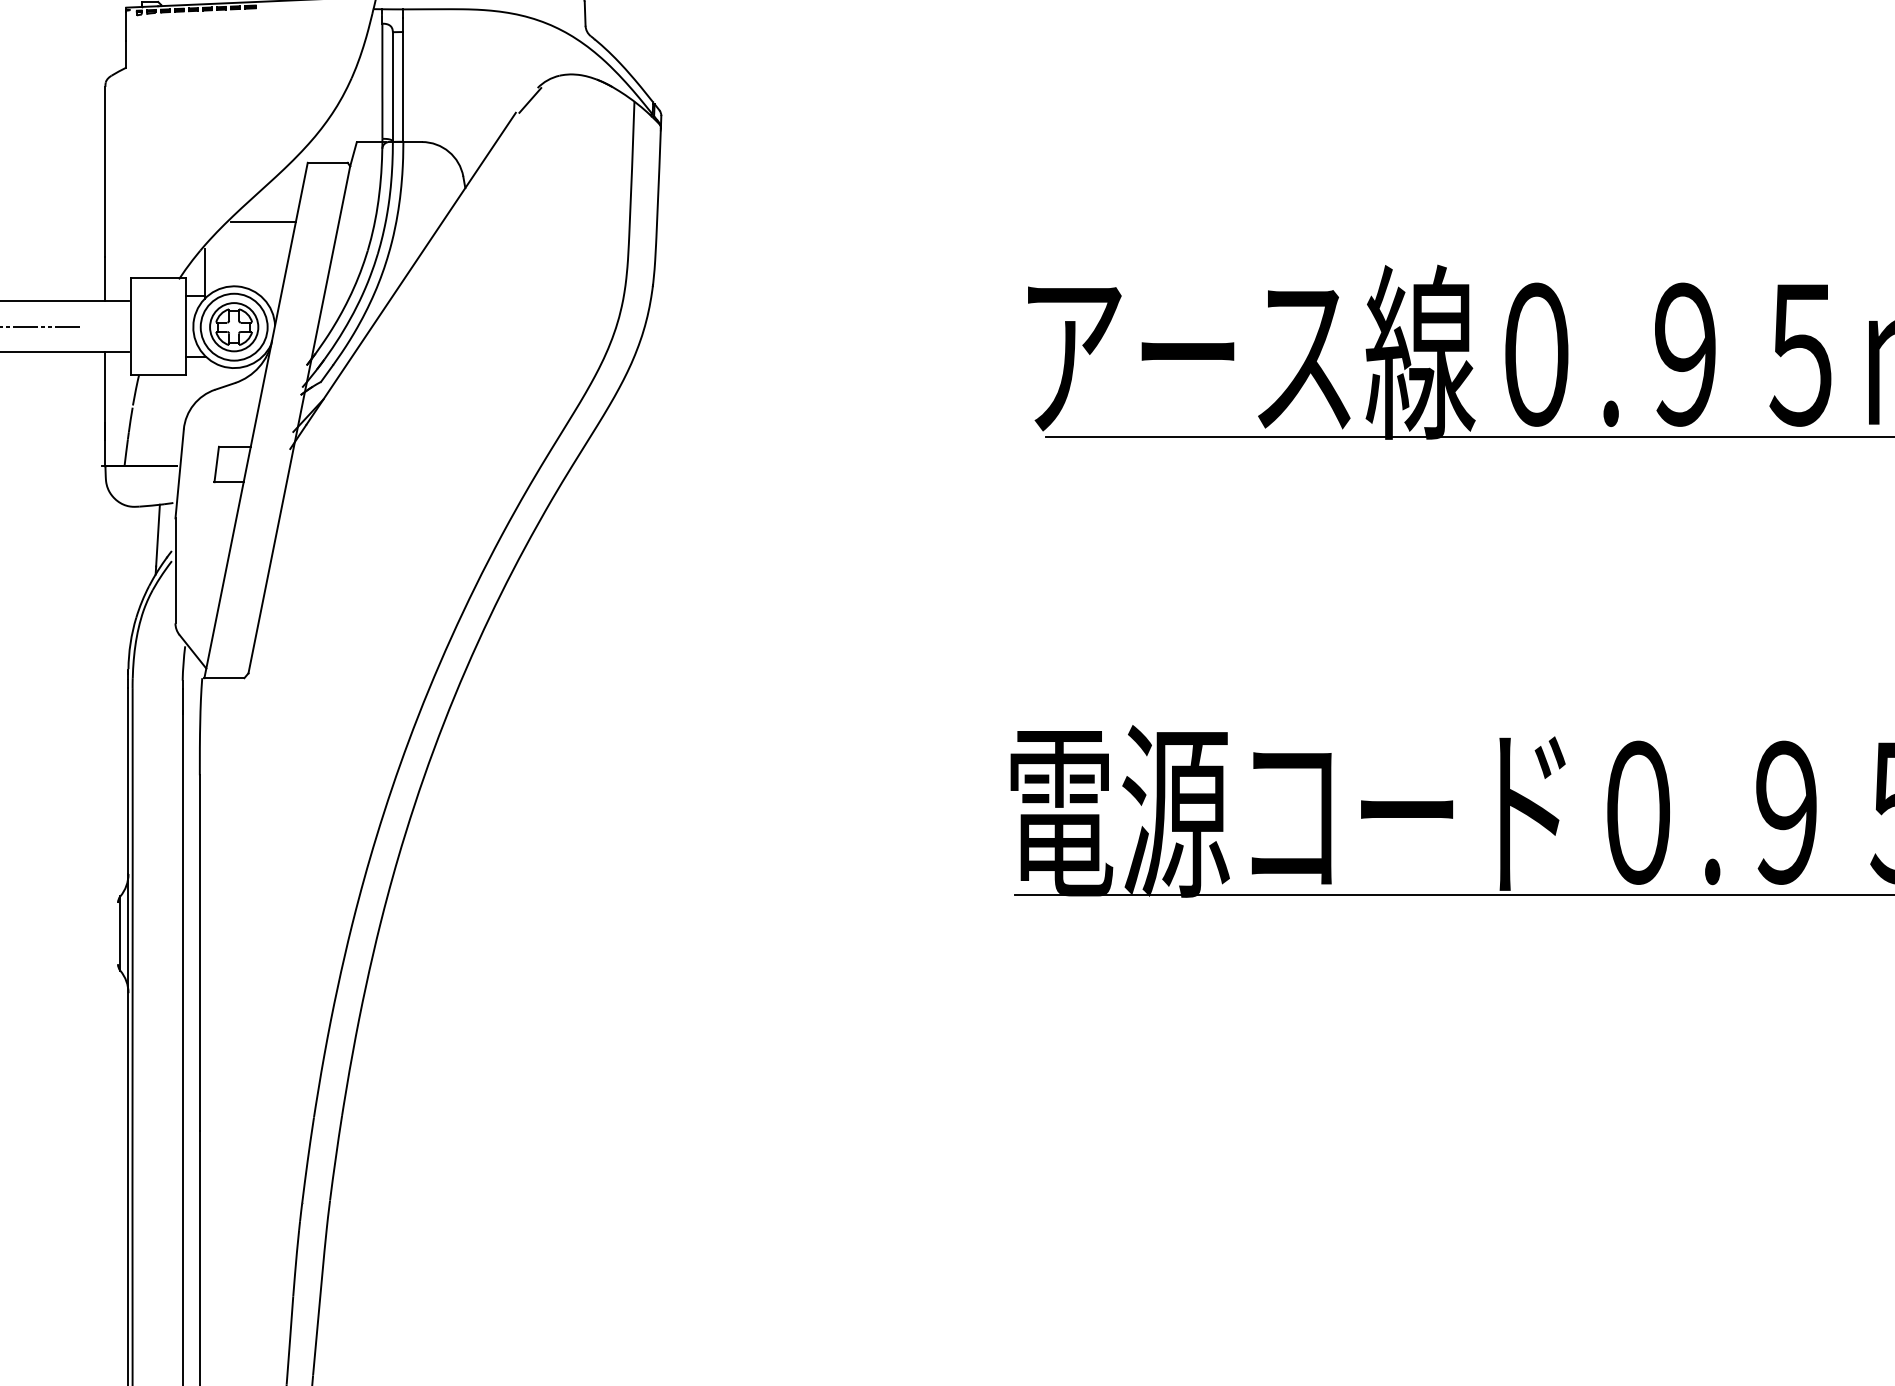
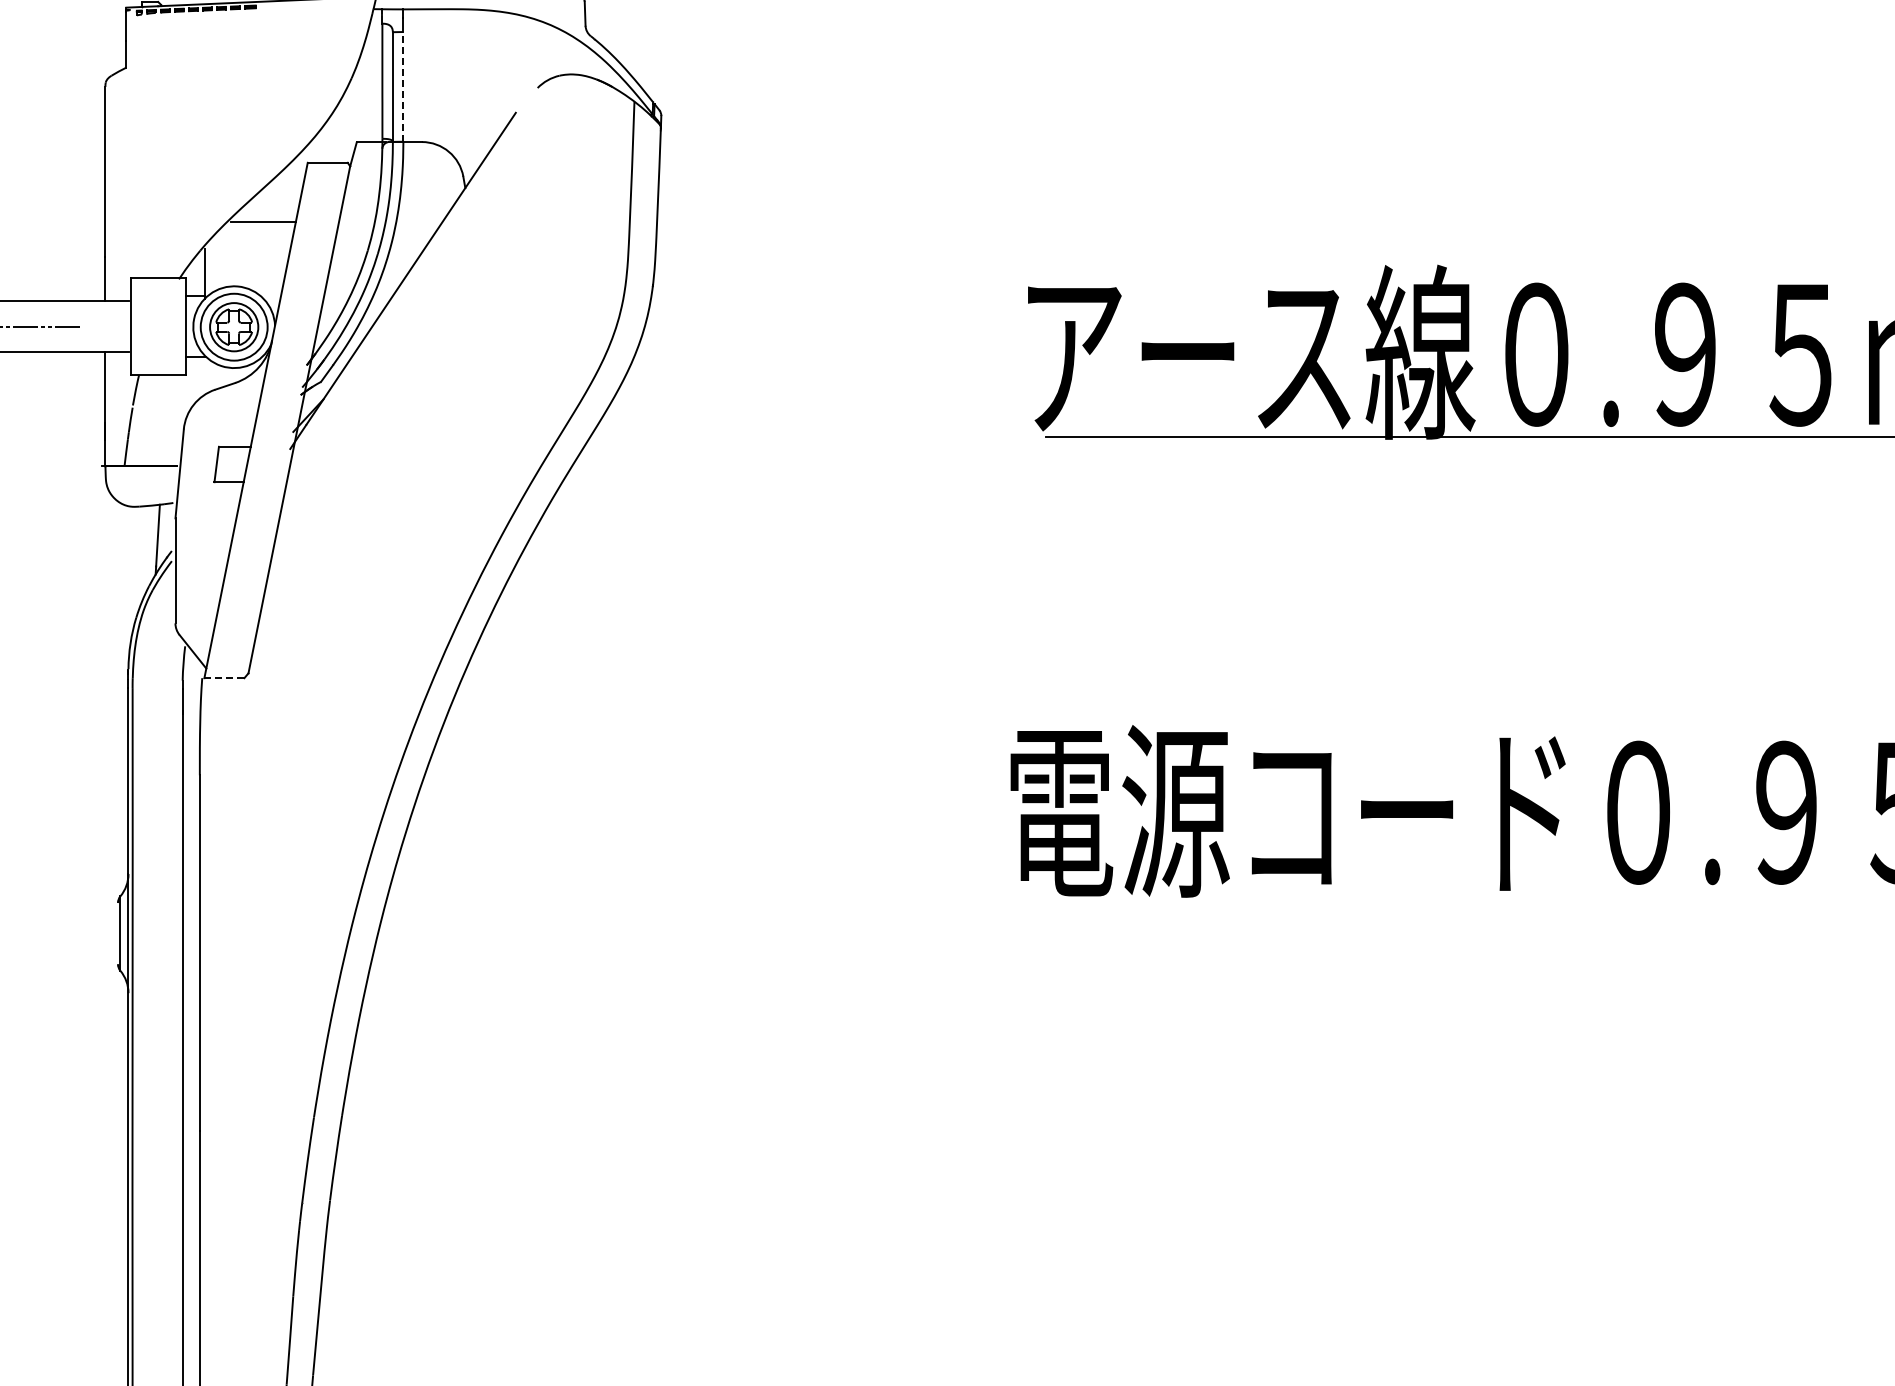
line at (403, 86): solid -> dashed
line at (530, 100): present -> none
line at (223, 678): solid -> dashed
line at (1452, 894): present -> none
